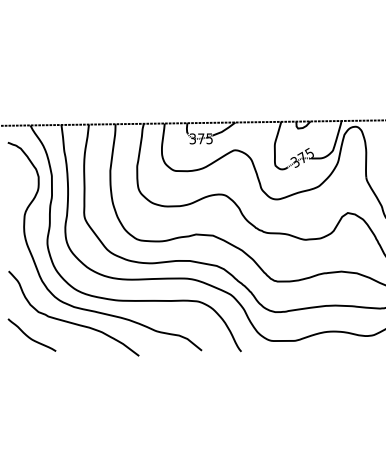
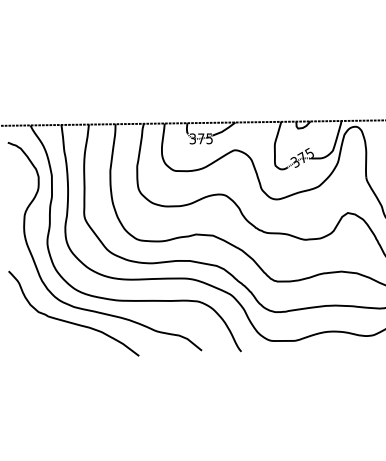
curve at (29, 336): present -> none
